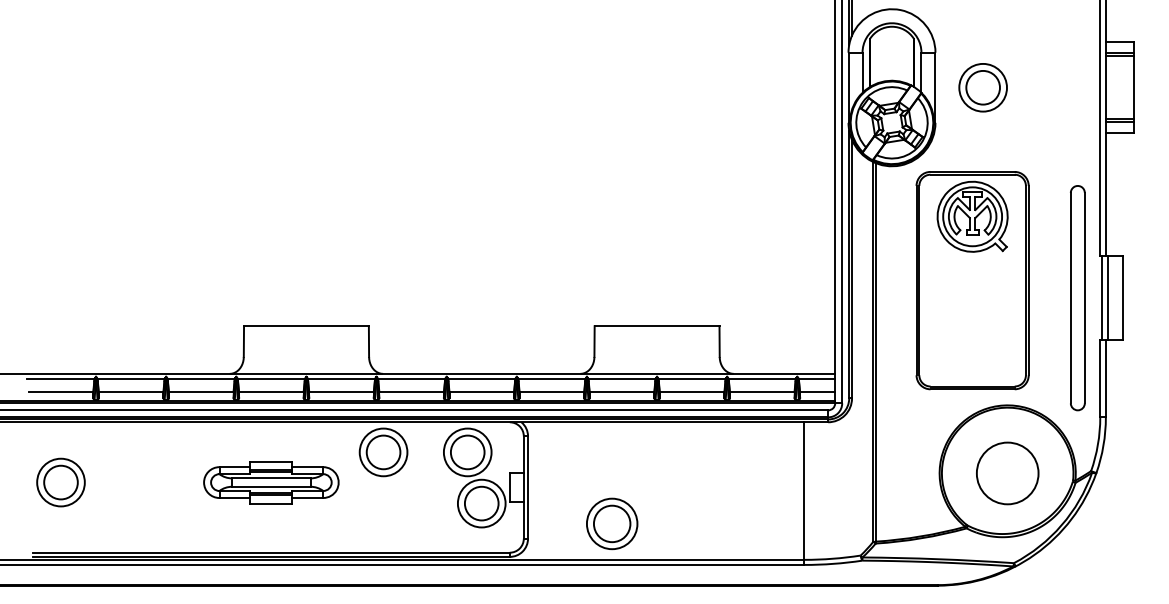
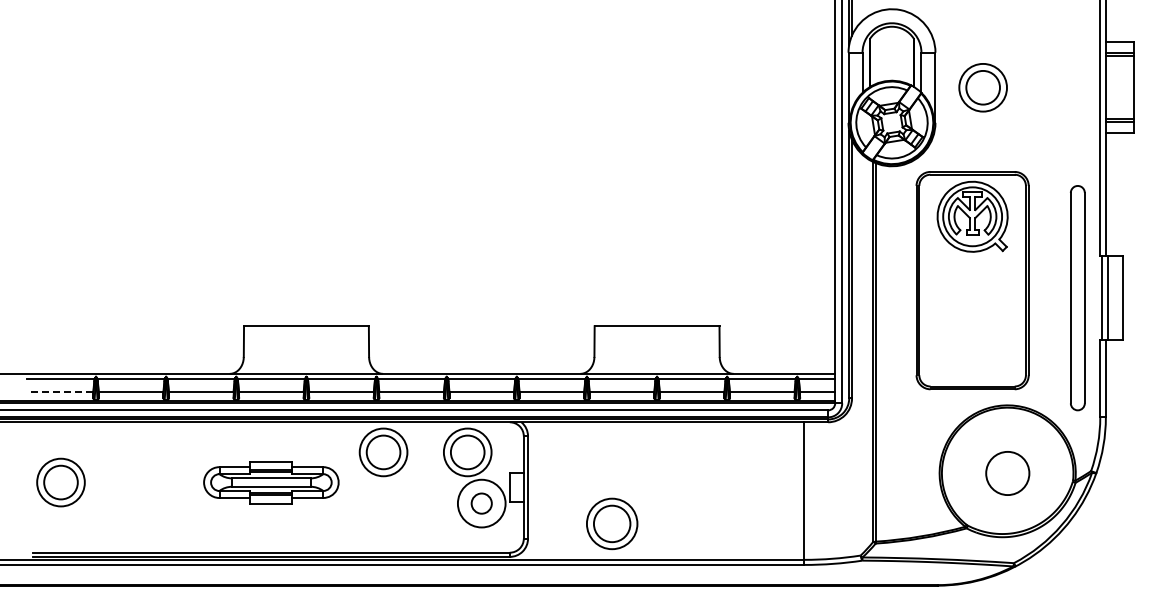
line at (60, 392): solid -> dashed
circle at (1007, 473) size: 64x65 px -> 46x45 px
circle at (481, 503) diameter: 34 px -> 20 px
